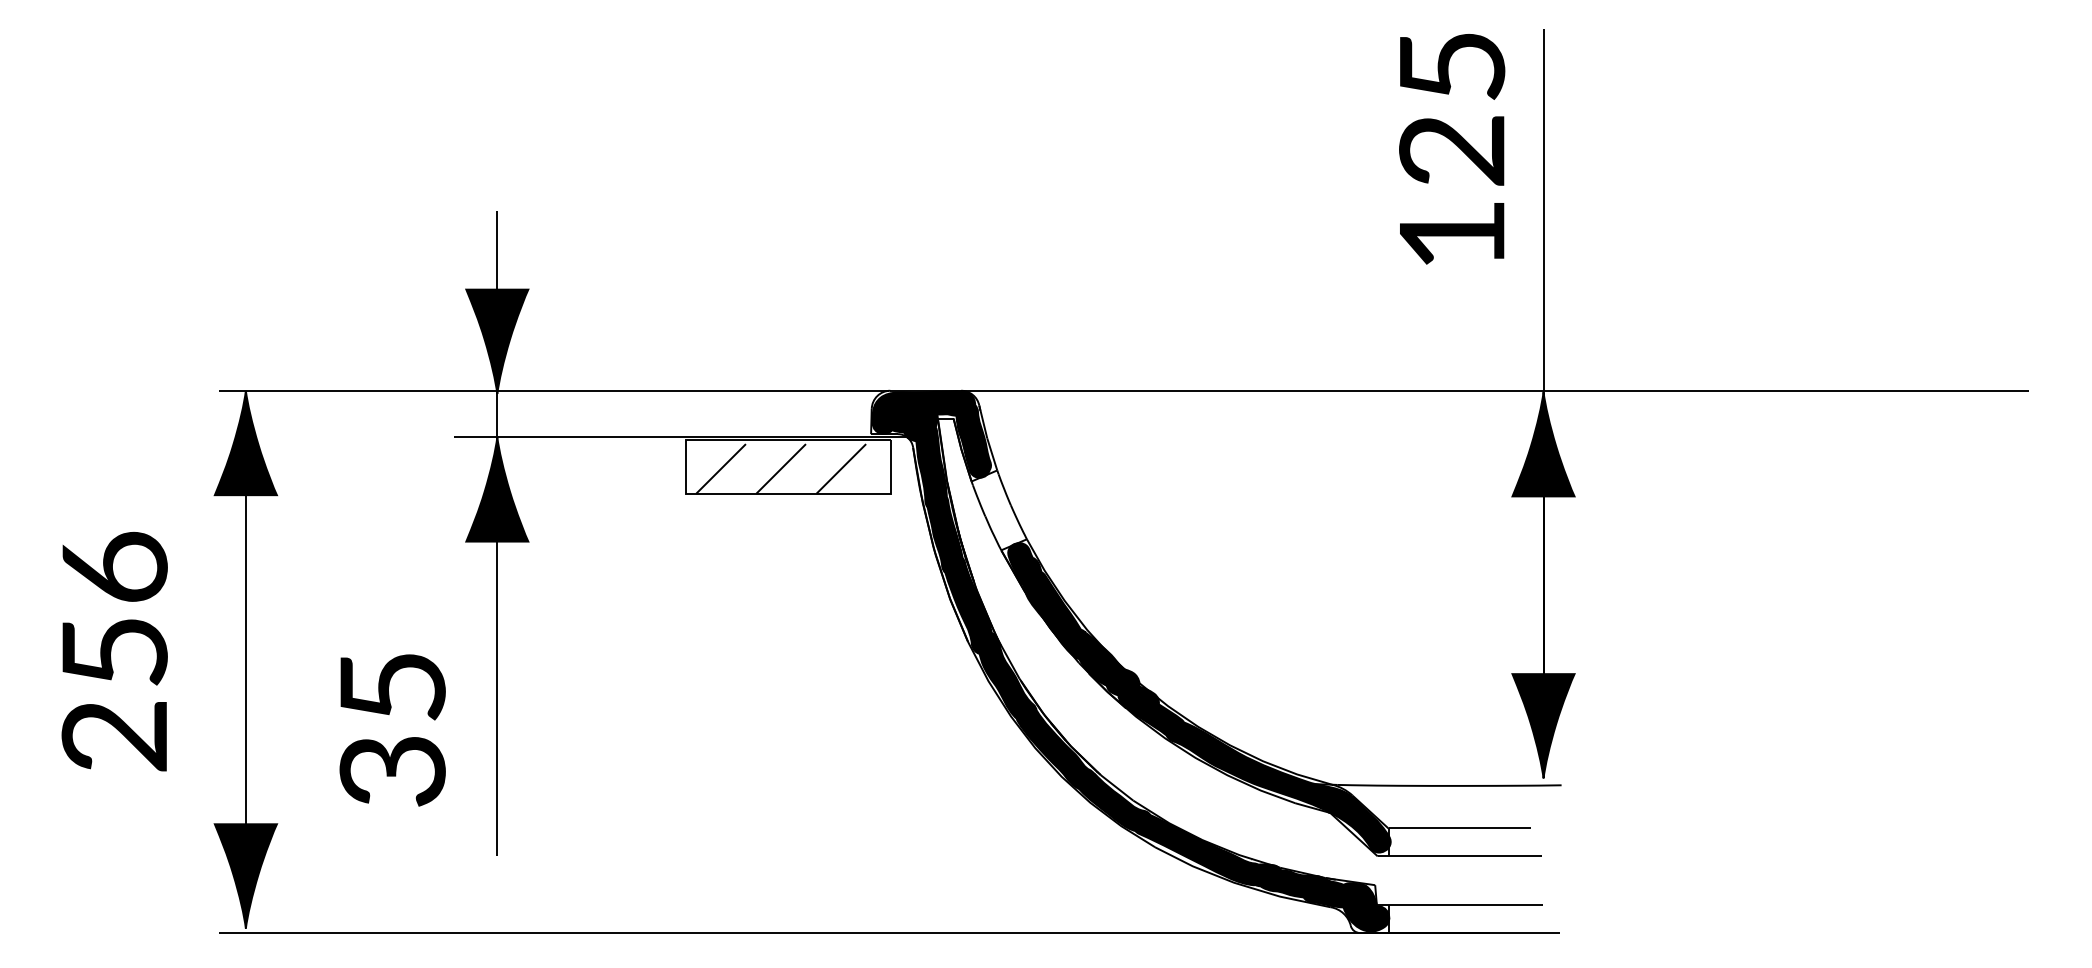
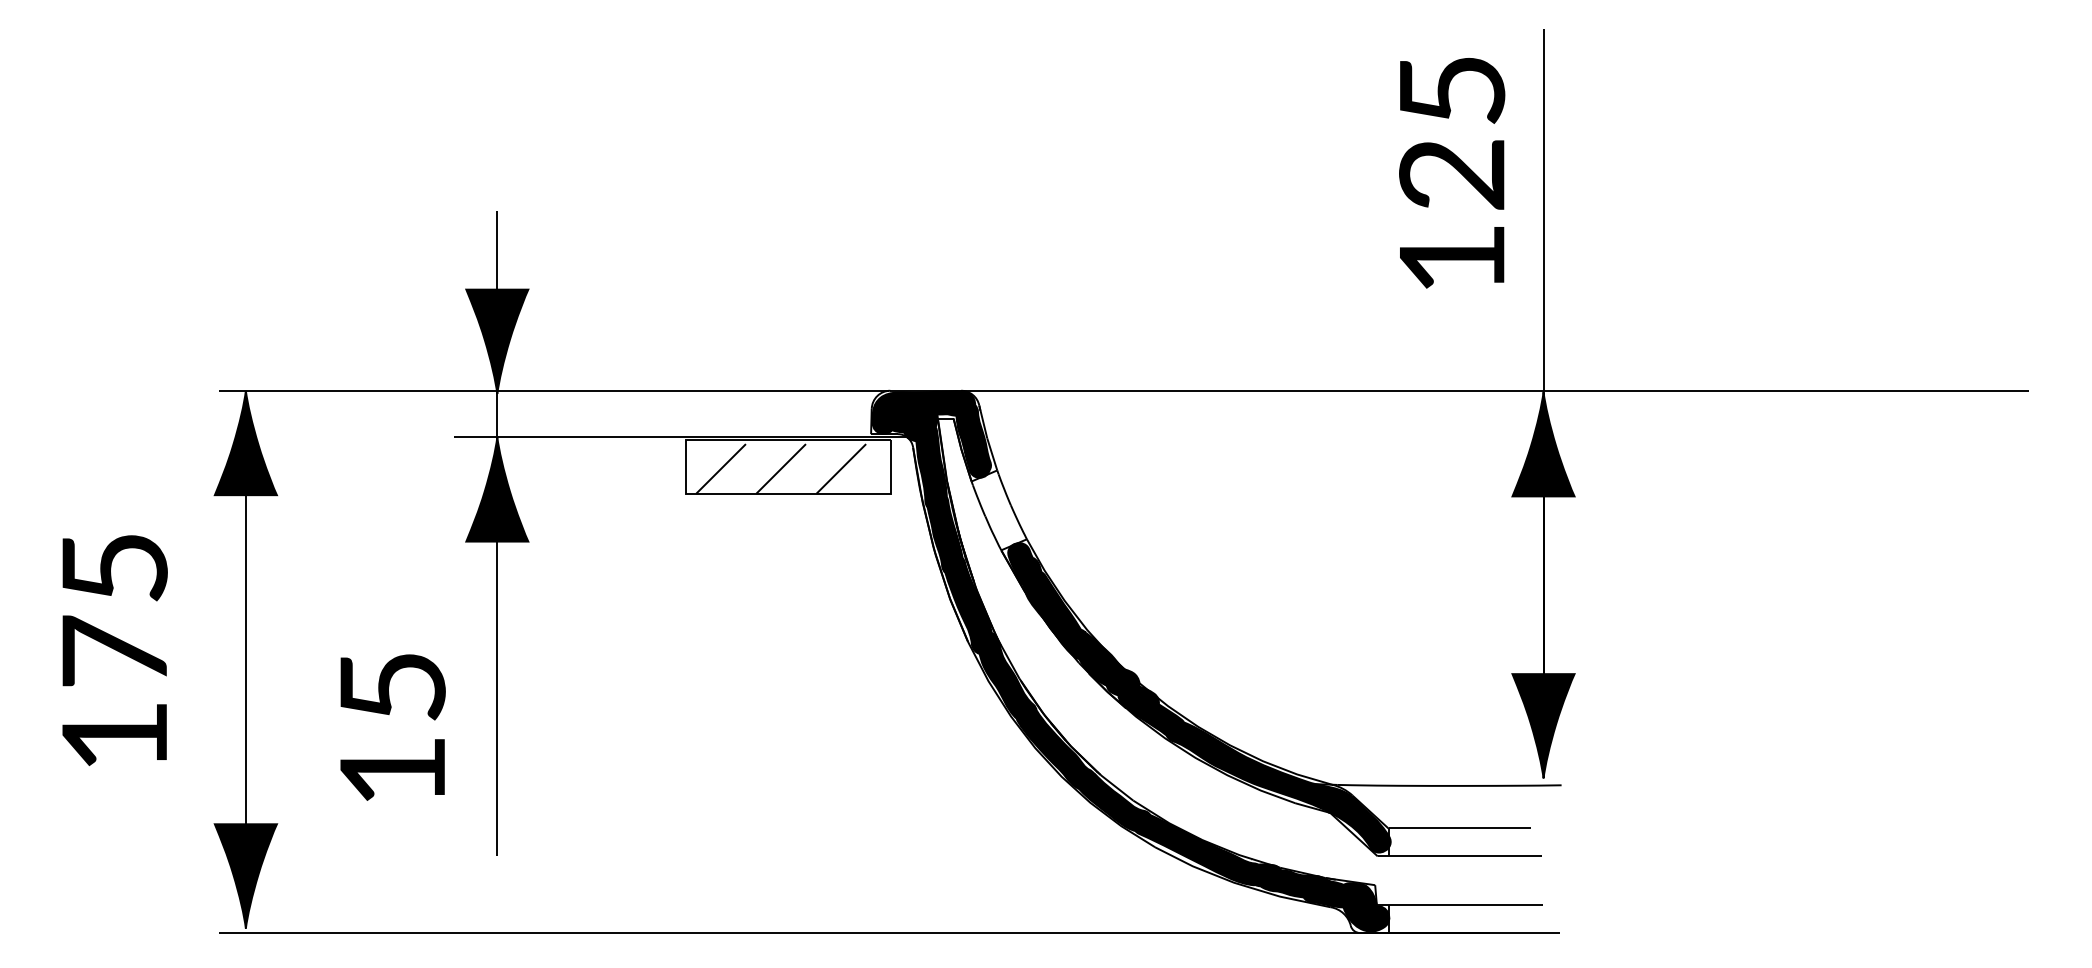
text at (1452, 149) position: (1452, 149) -> (1452, 173)
text at (114, 651): 256 -> 175
text at (392, 771): 35 -> 15
